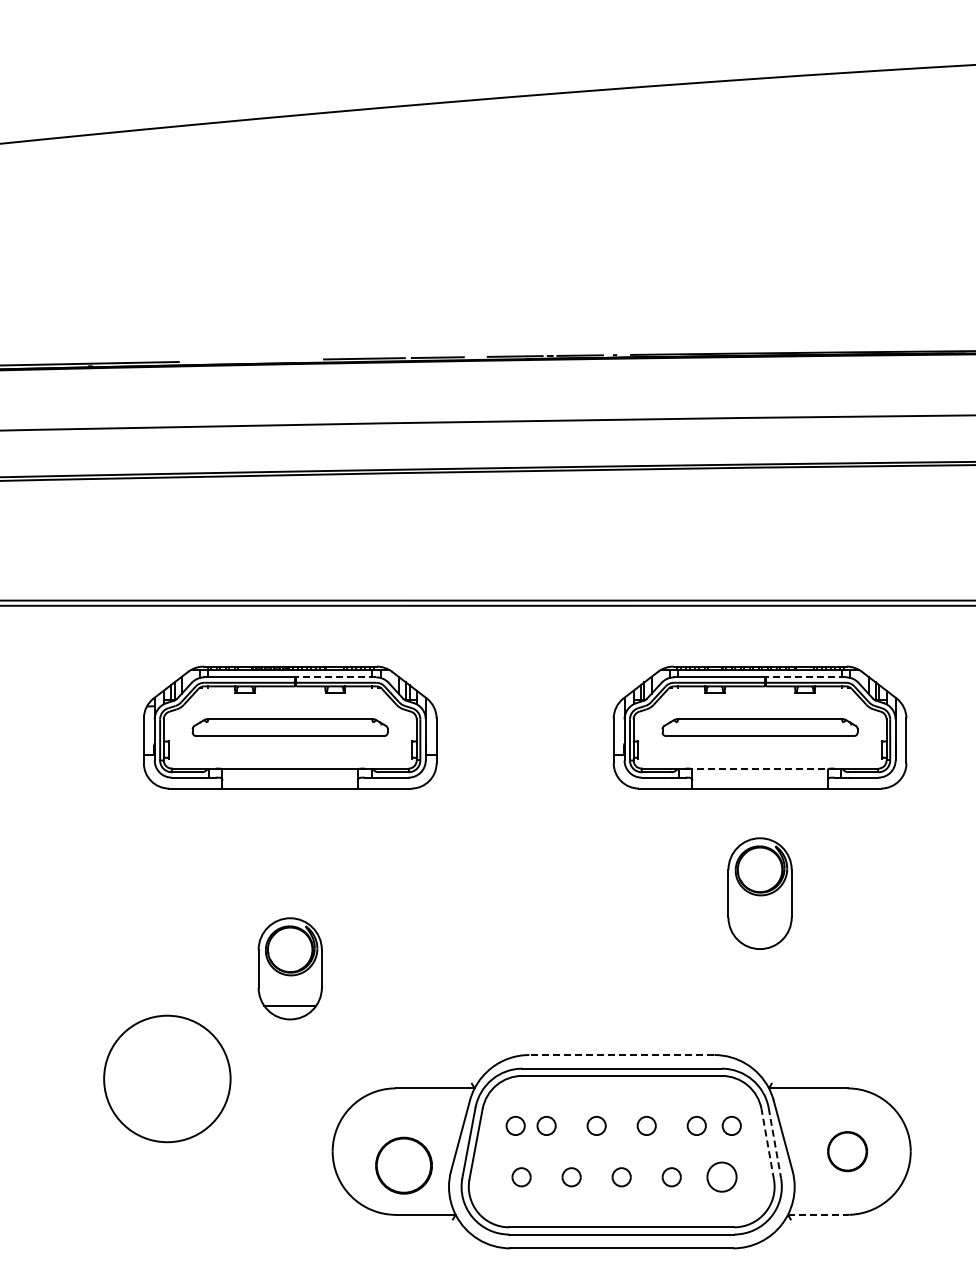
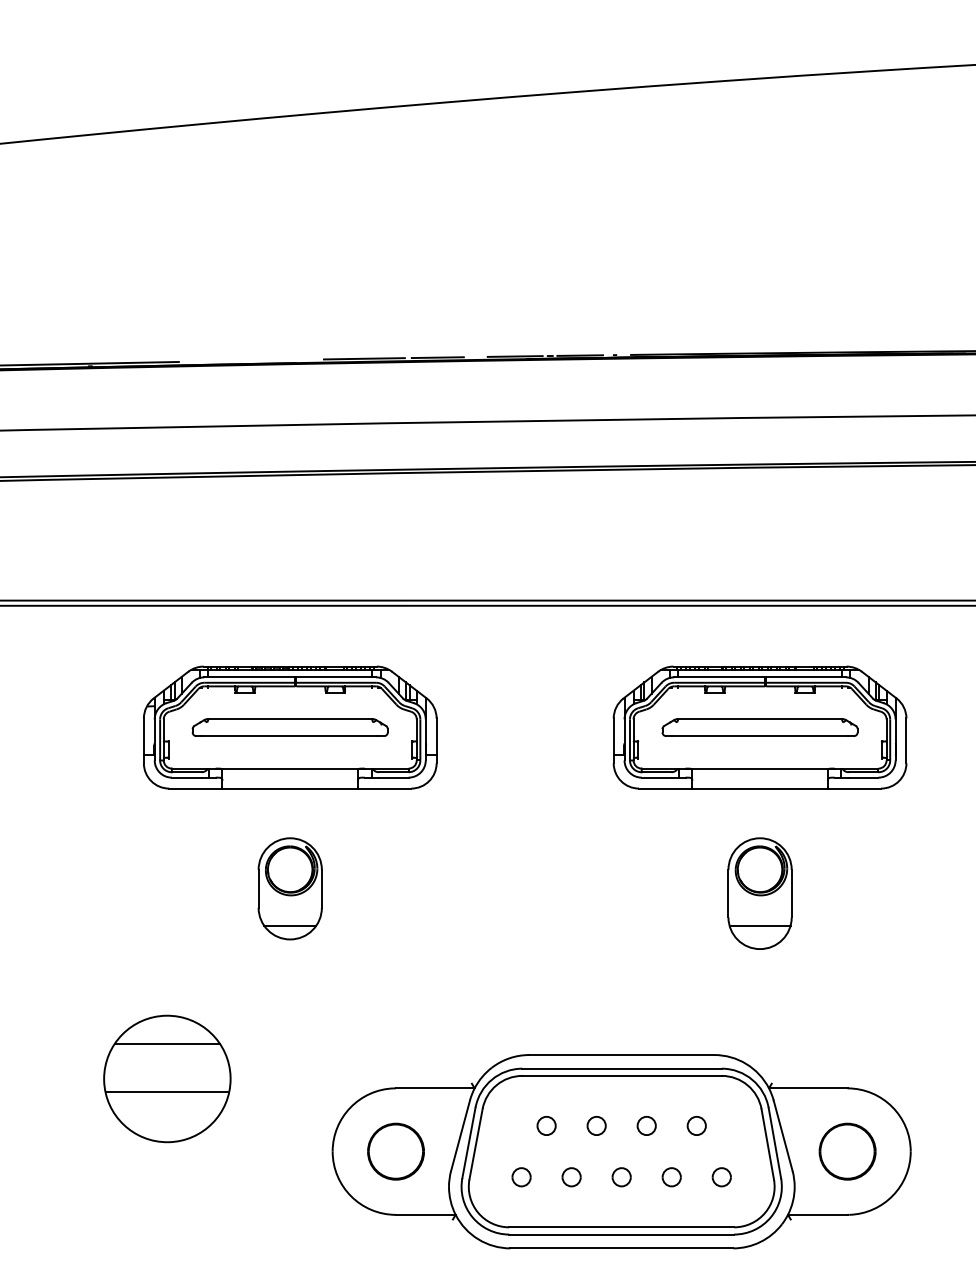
line at (336, 677): dashed -> solid
line at (806, 677): dashed -> solid
line at (760, 768): dashed -> solid
line at (759, 925): none -> present
part at (289, 968) position: (289, 968) -> (289, 888)
line at (166, 1043): none -> present
line at (621, 1055): dashed -> solid
line at (167, 1092): none -> present
part at (515, 1125): present -> none
part at (731, 1125): present -> none
line at (774, 1143): dashed -> solid
line at (767, 1144): dashed -> solid
part at (847, 1151) size: 42x42 px -> 59x59 px
part at (403, 1165) position: (403, 1165) -> (395, 1151)
part at (721, 1176) size: 32x32 px -> 21x21 px
line at (817, 1214): dashed -> solid
